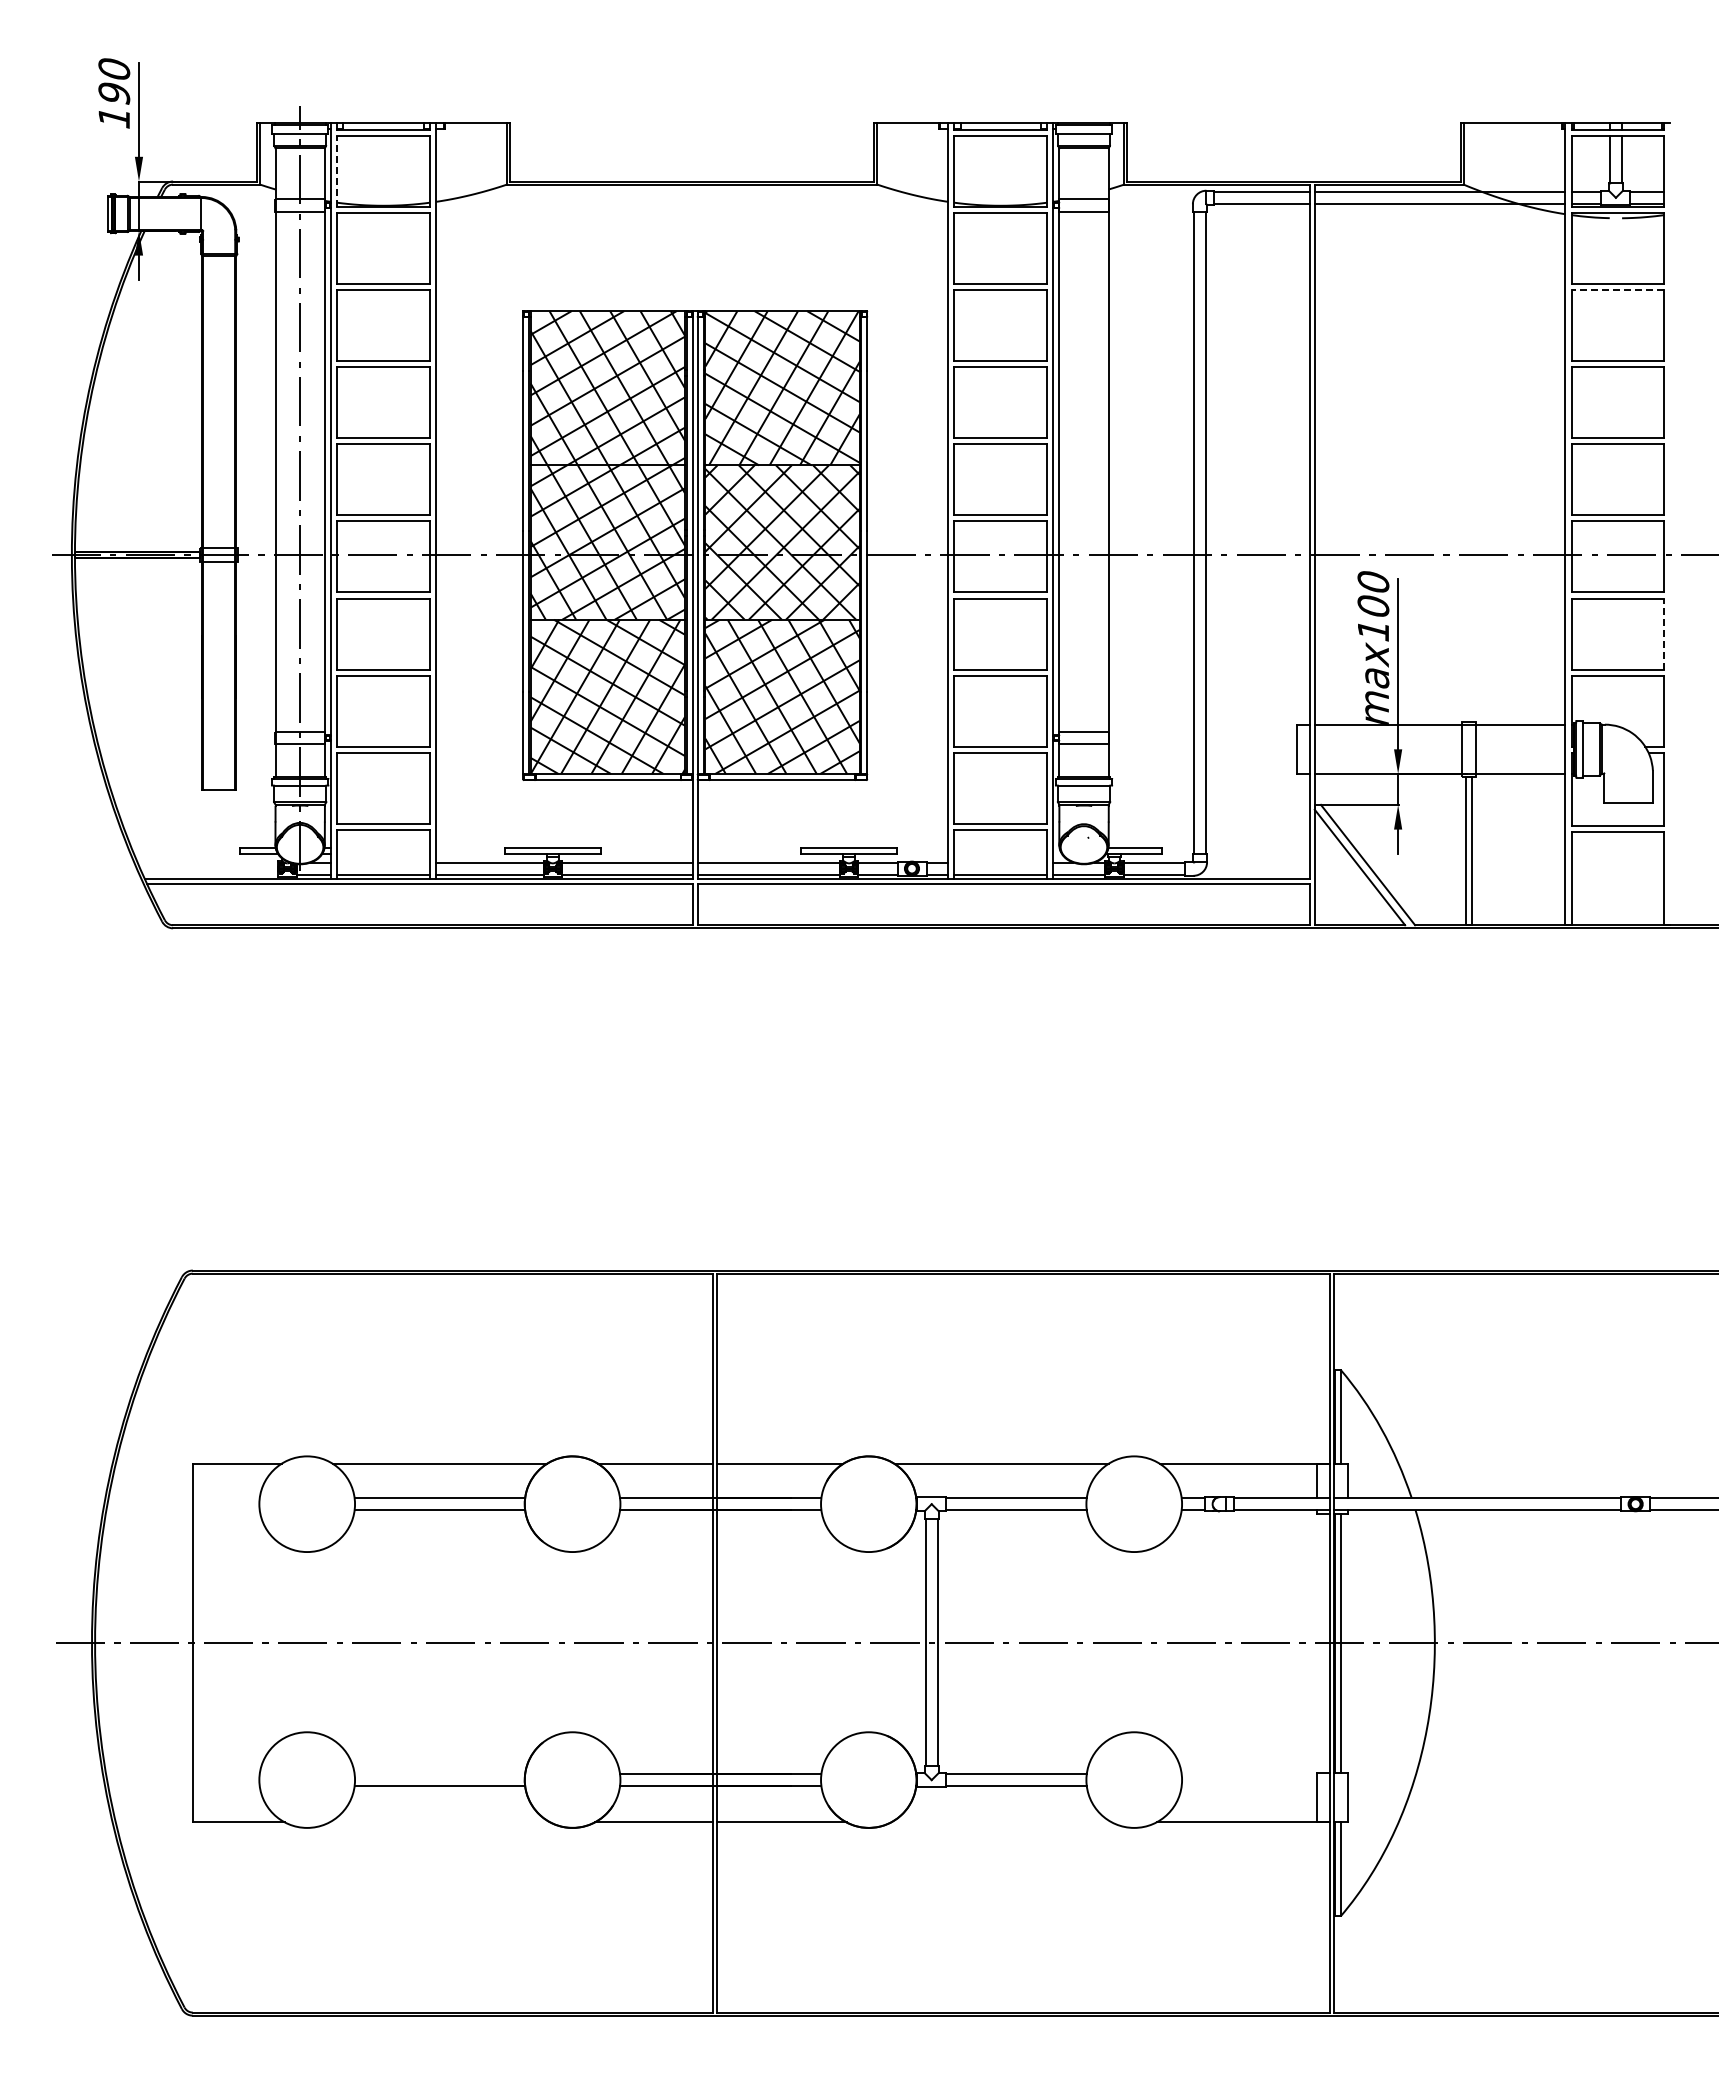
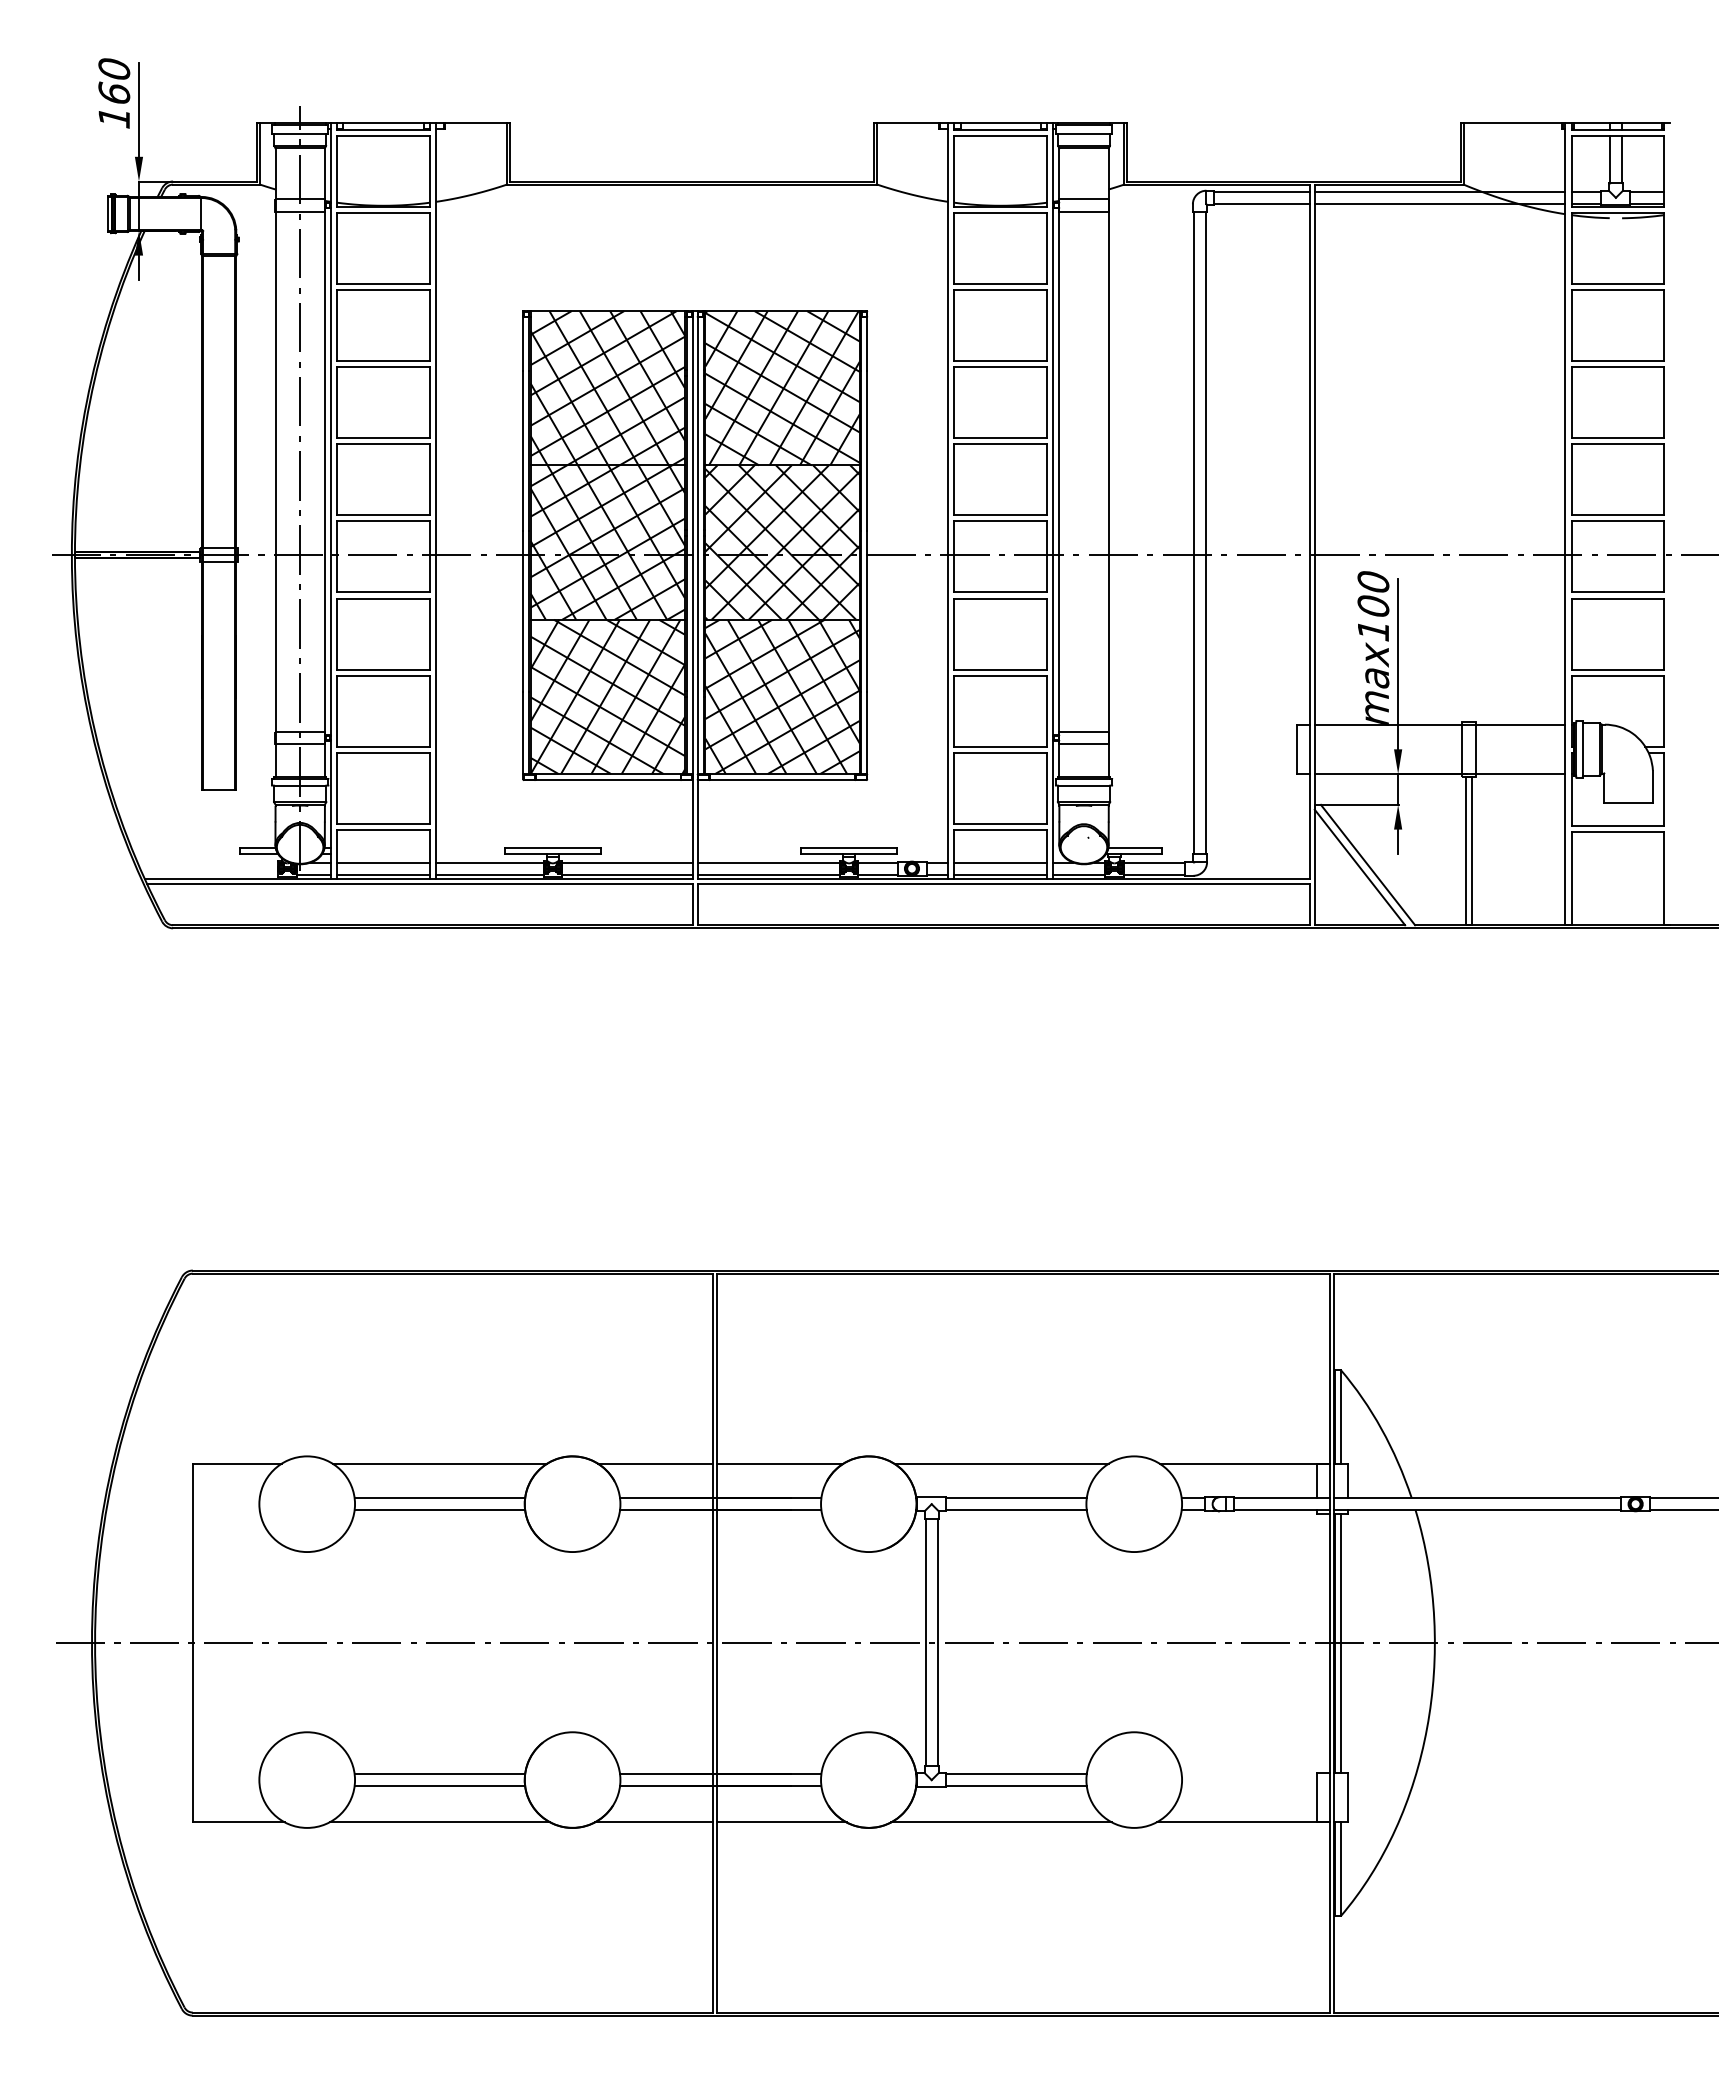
text at (114, 92): 190 -> 160
line at (337, 170): dashed -> solid
line at (1617, 290): dashed -> solid
line at (1664, 633): dashed -> solid
line at (383, 862): none -> present
line at (1000, 862): none -> present
line at (439, 1773): none -> present
line at (439, 1822): none -> present
line at (1001, 1822): none -> present
